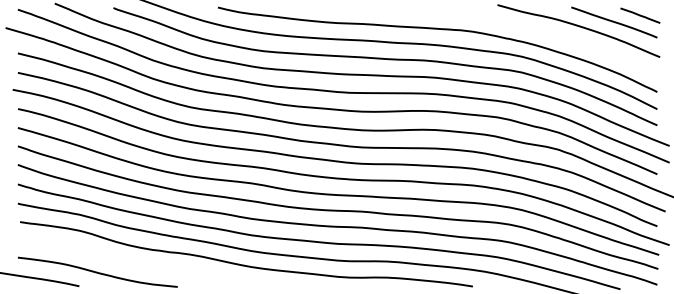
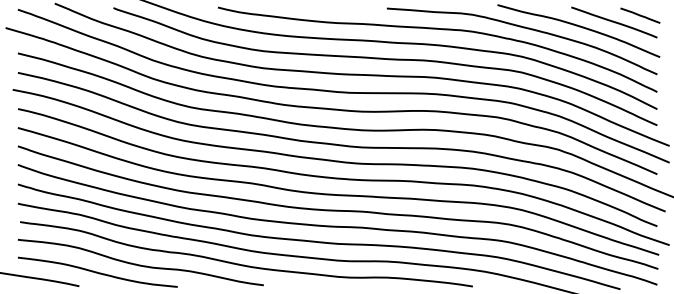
curve at (523, 28): none -> present
curve at (140, 264): none -> present
